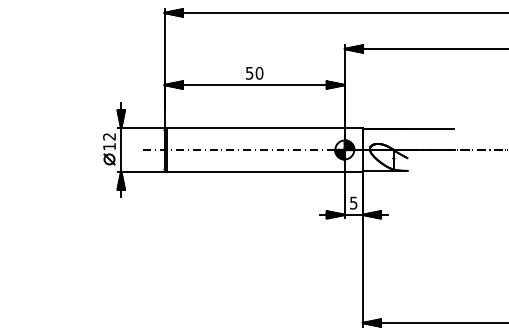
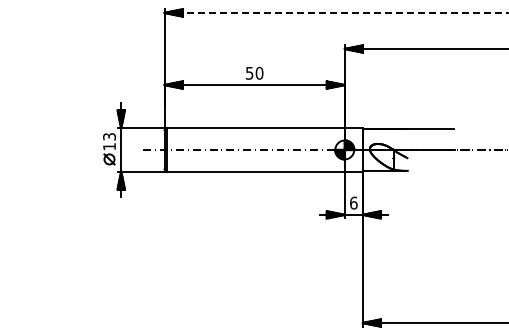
line at (336, 12): solid -> dashed
text at (109, 136): 12 -> 13
text at (353, 202): 5 -> 6
